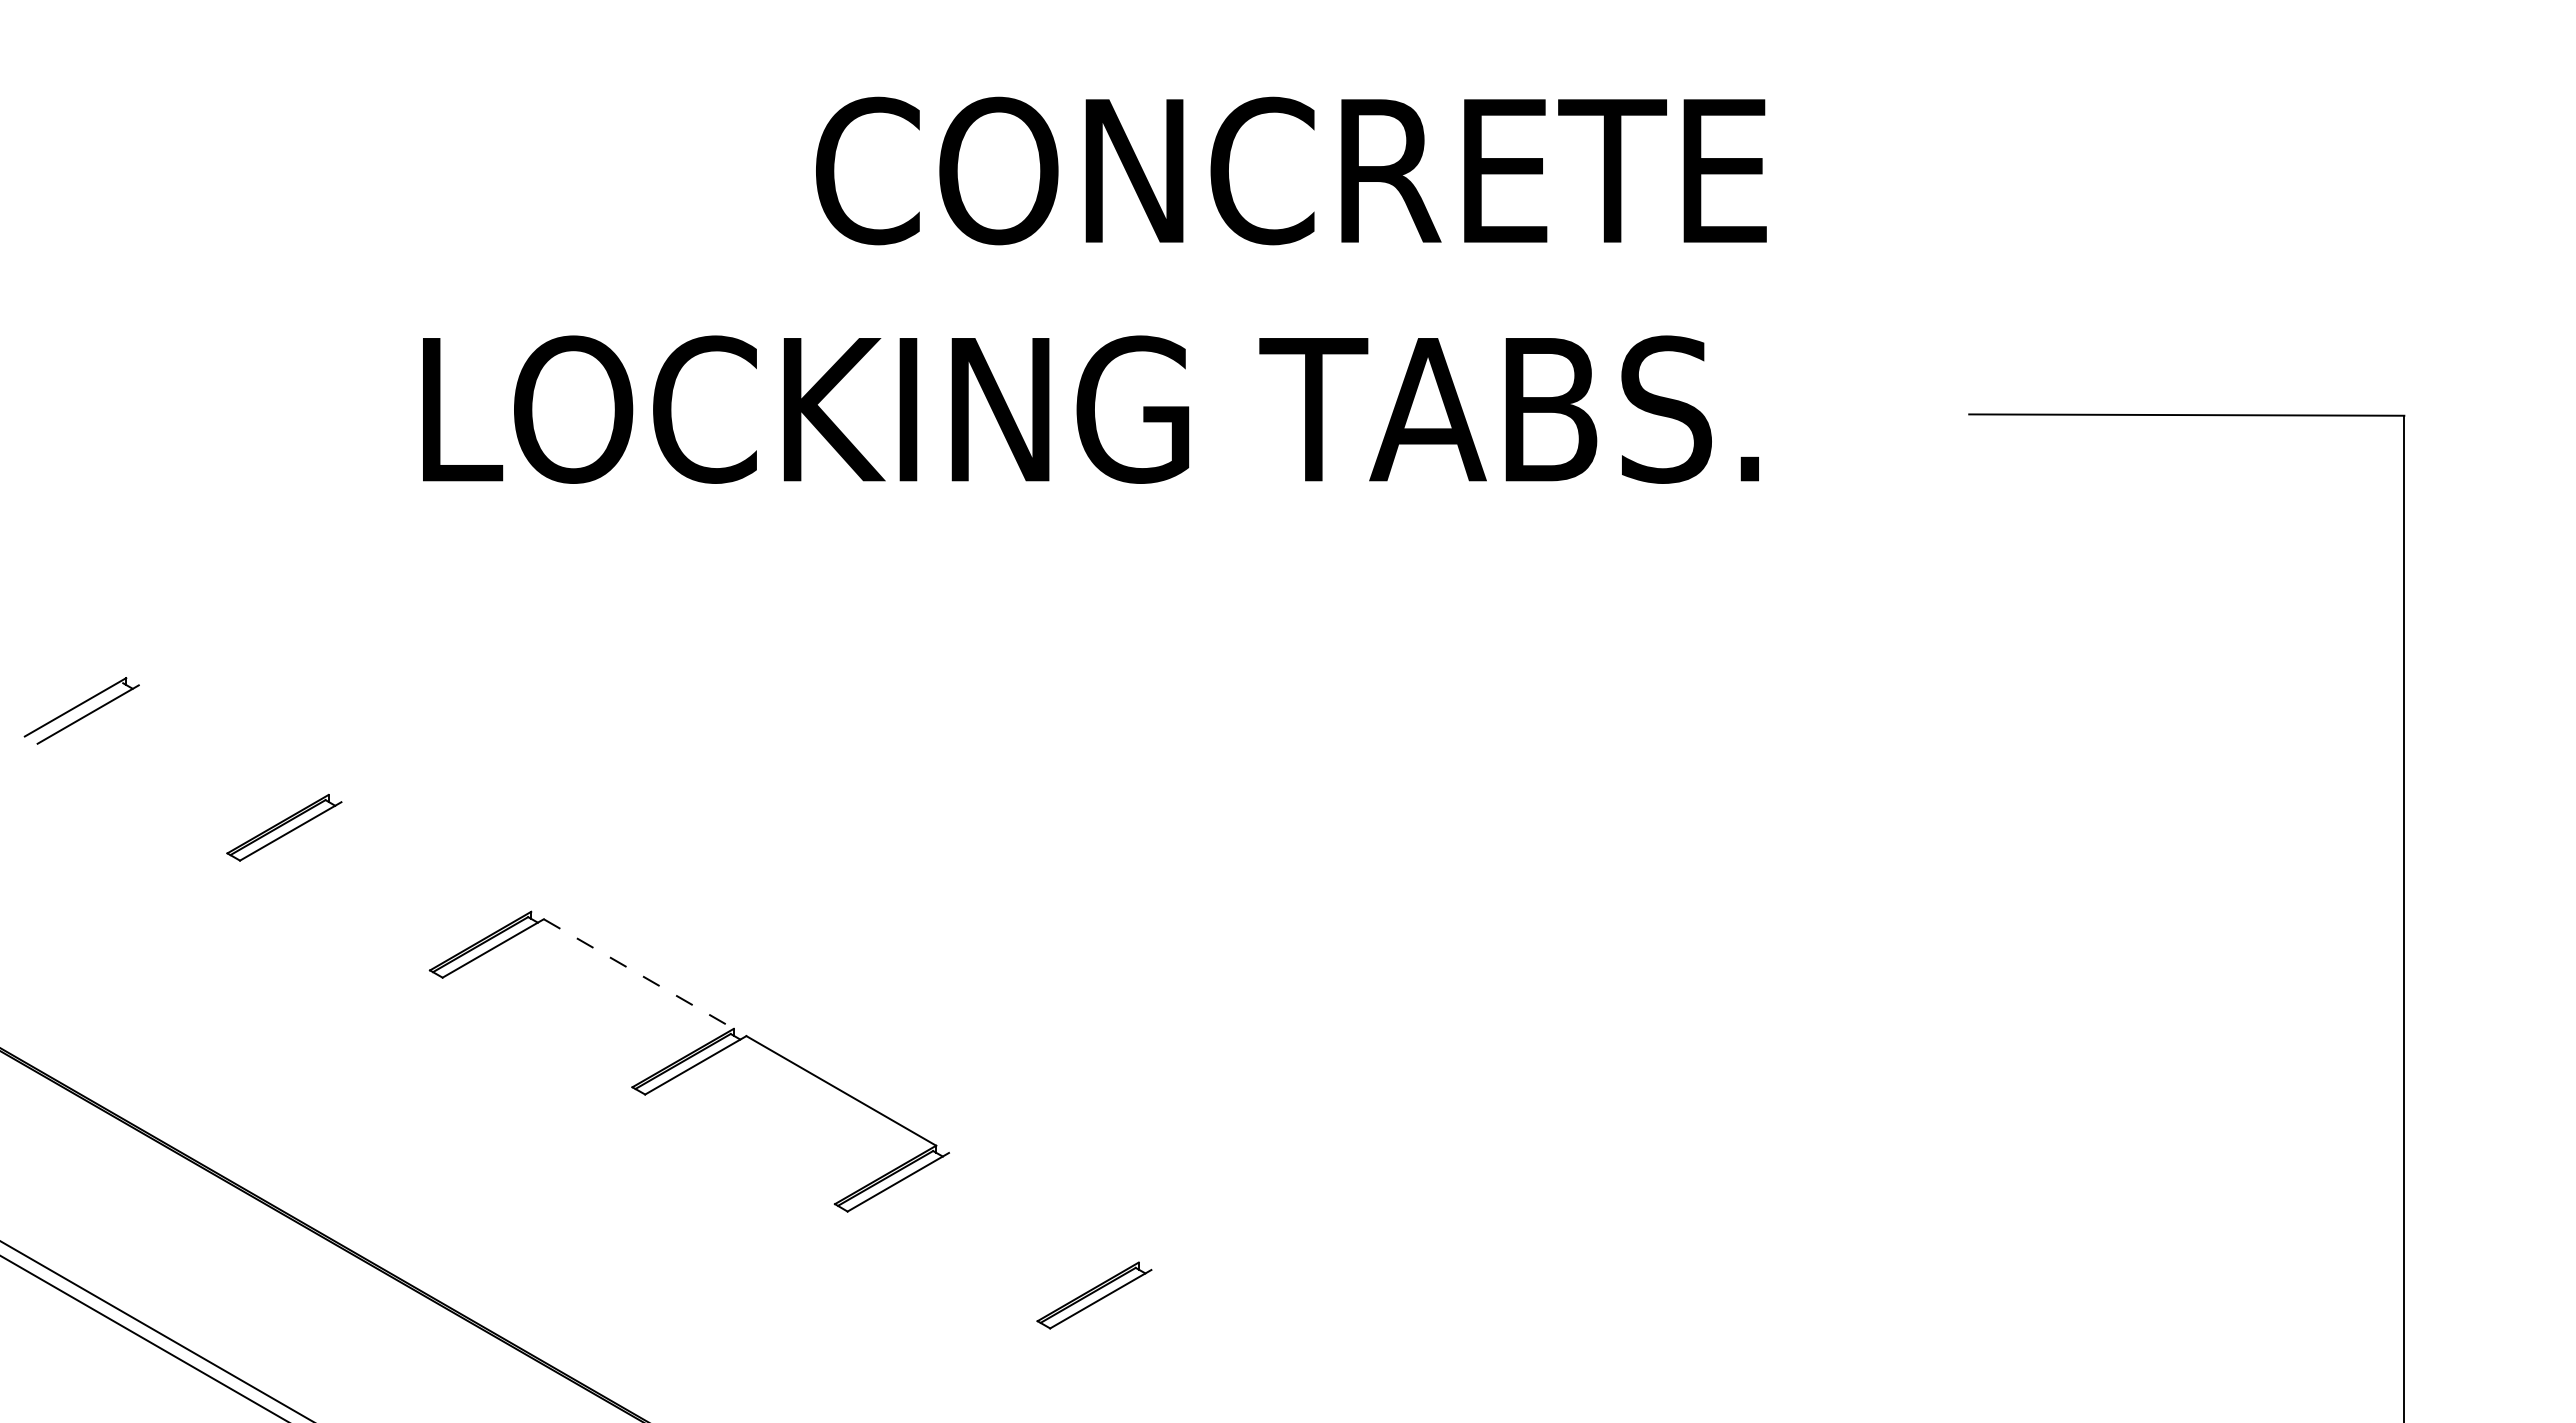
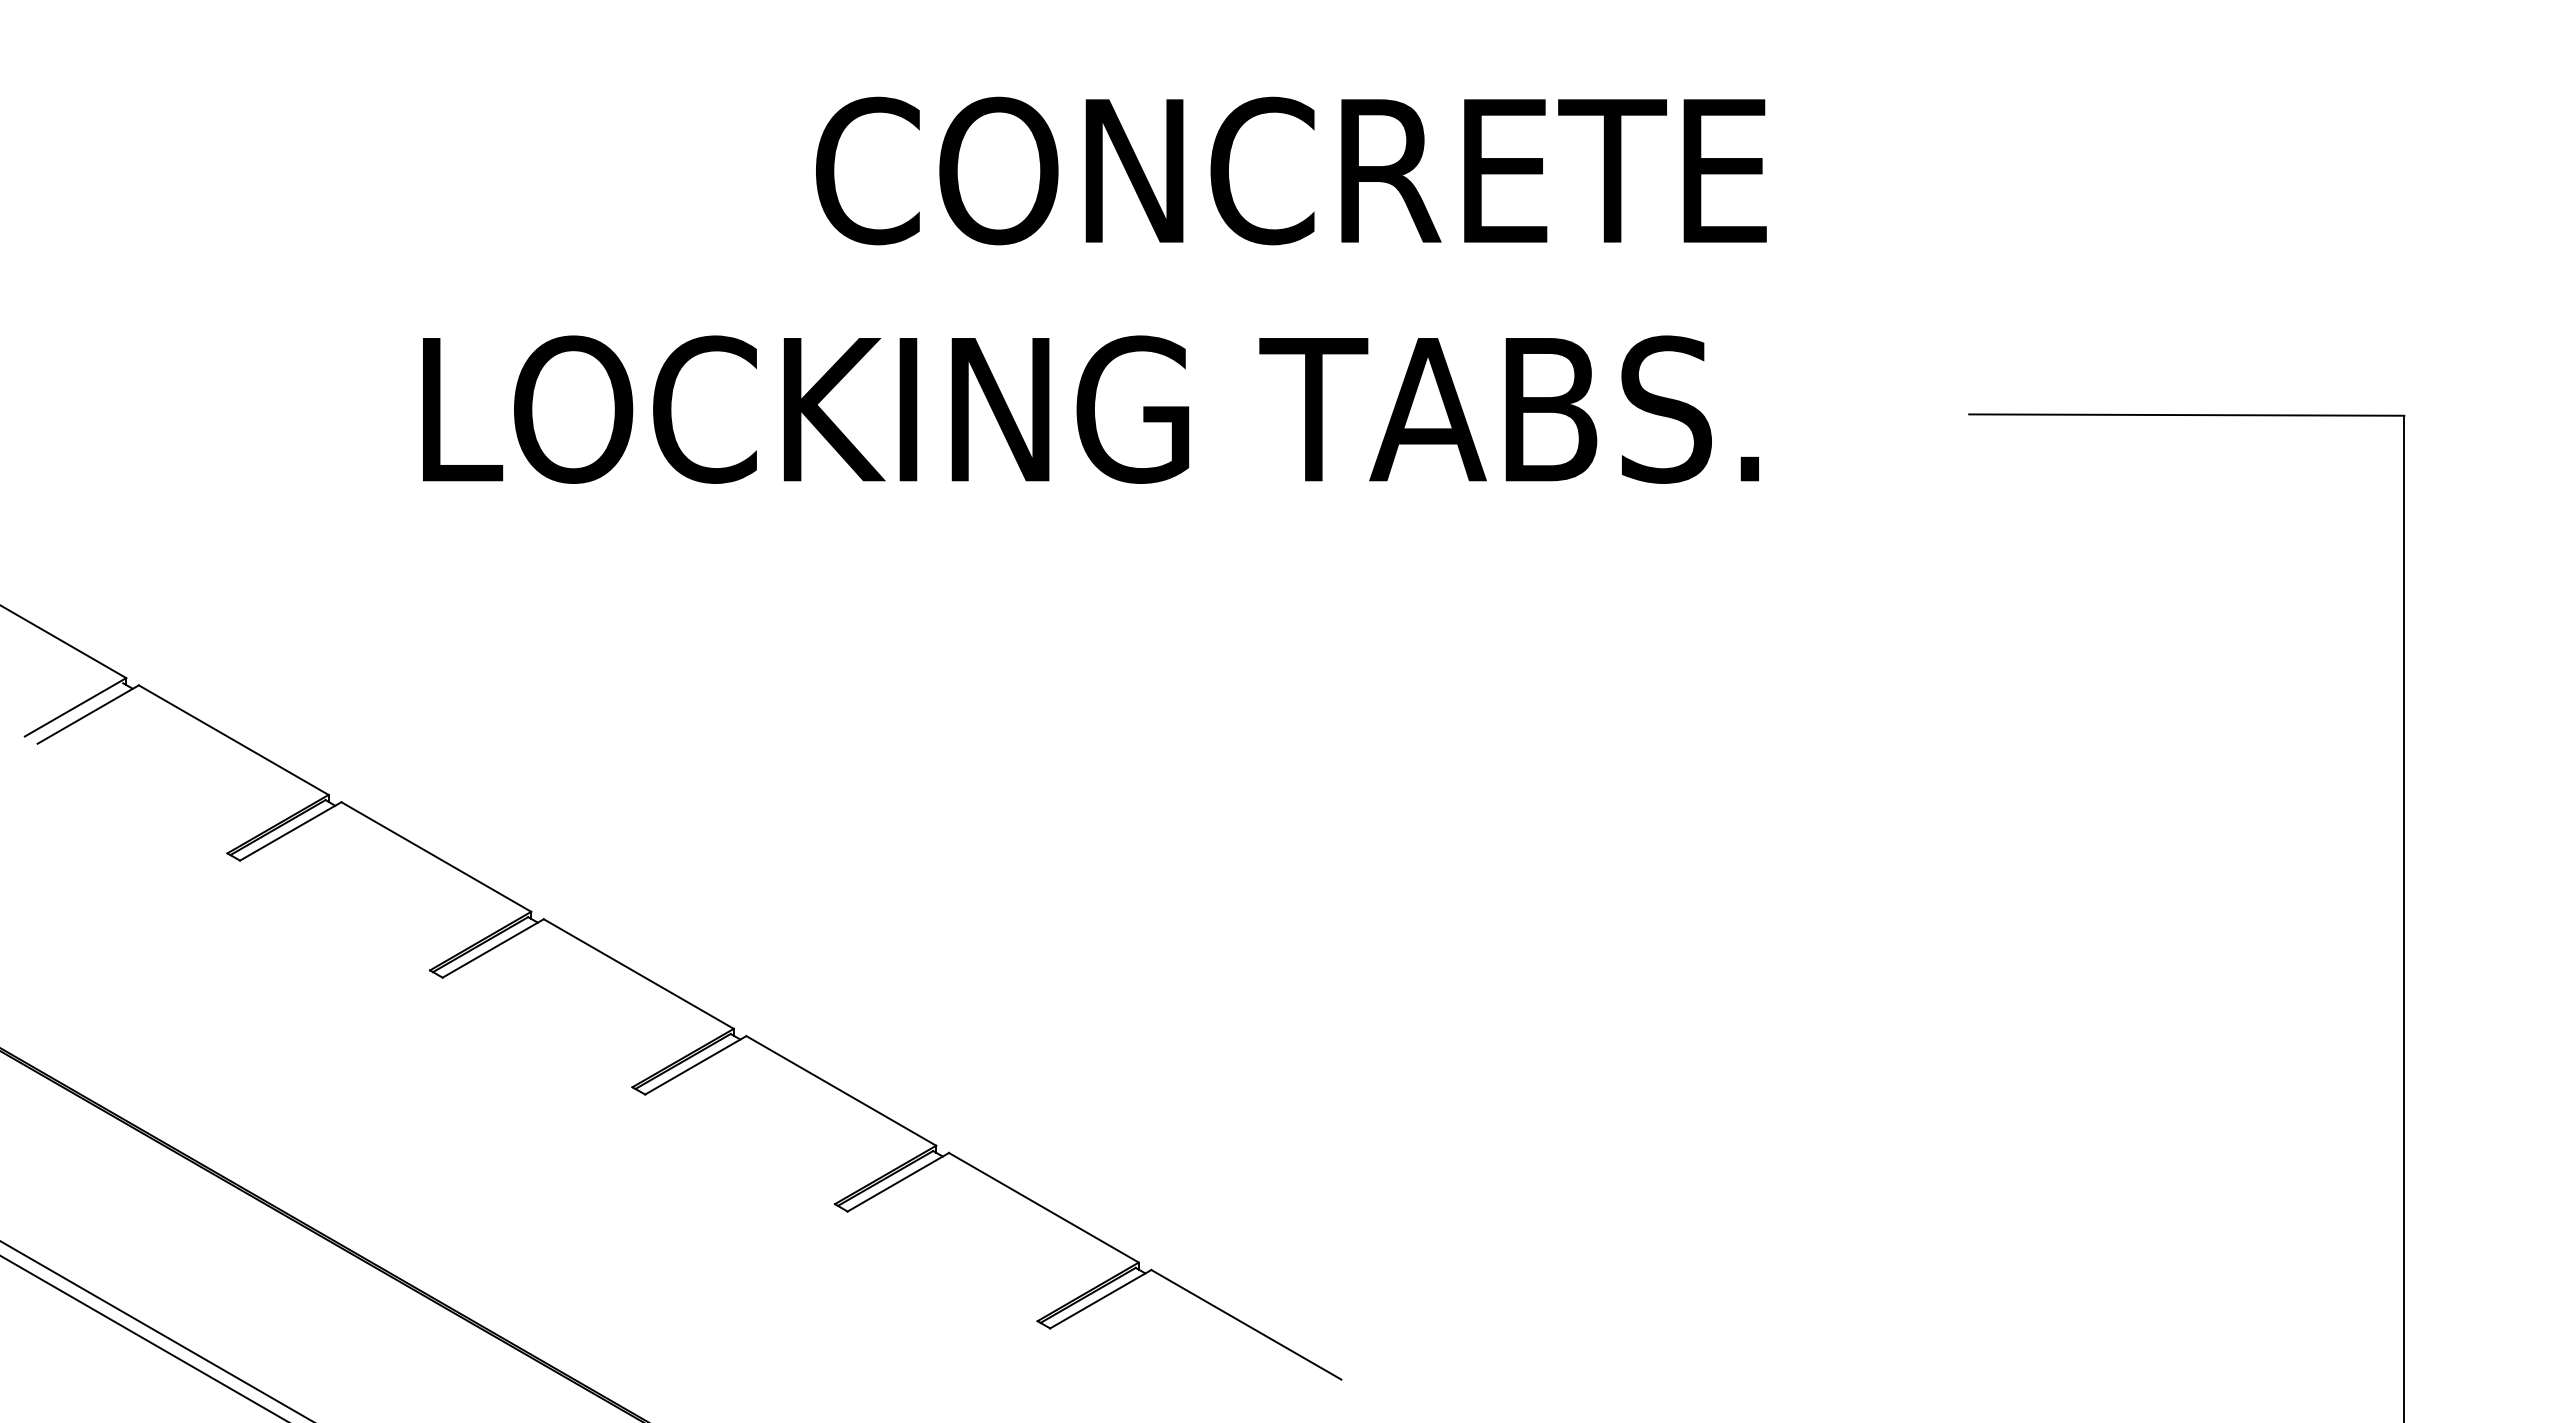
line at (64, 642): none -> present
line at (233, 739): none -> present
line at (436, 856): none -> present
line at (638, 974): dashed -> solid
line at (1043, 1207): none -> present
line at (1246, 1324): none -> present
